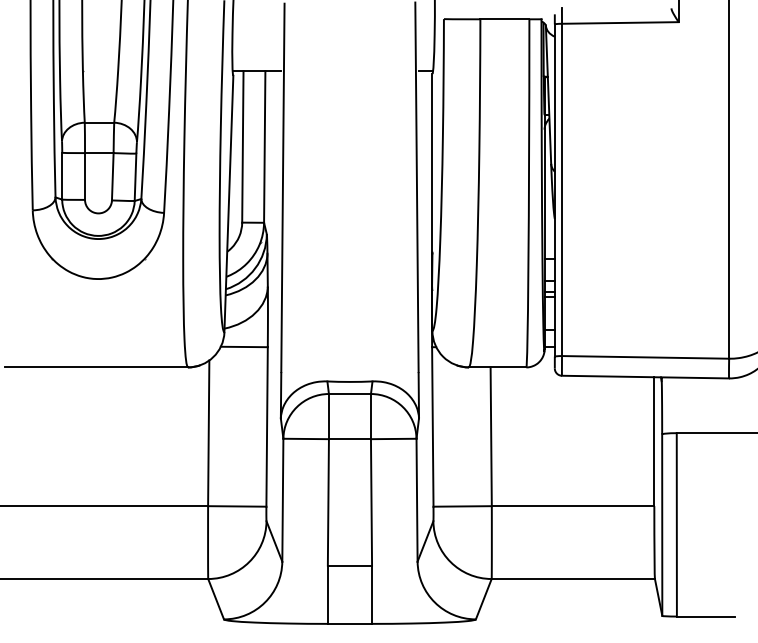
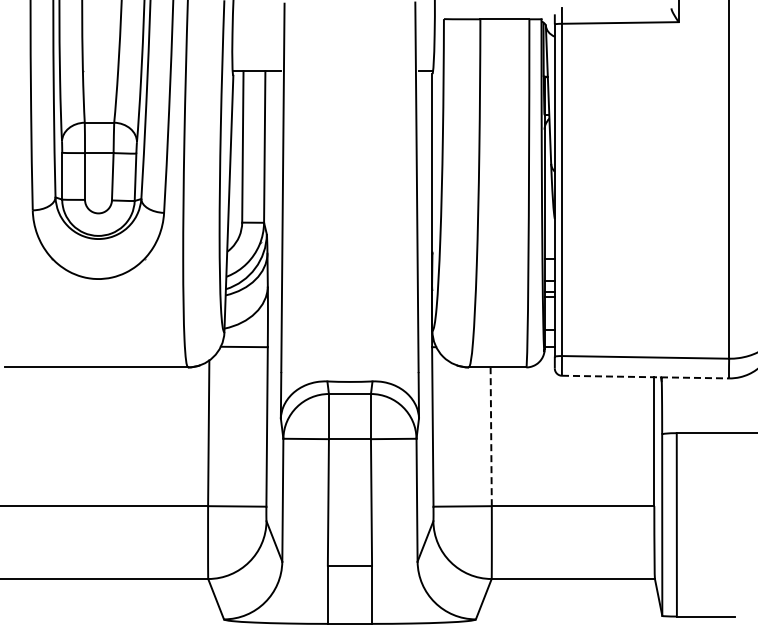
line at (645, 377): solid -> dashed
line at (491, 436): solid -> dashed
